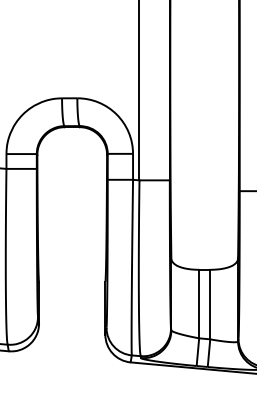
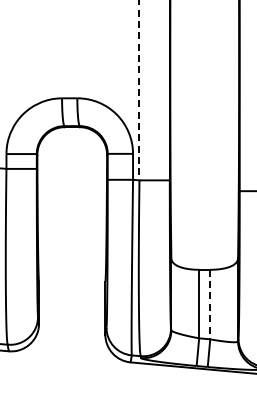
line at (139, 90): solid -> dashed
line at (210, 304): solid -> dashed
